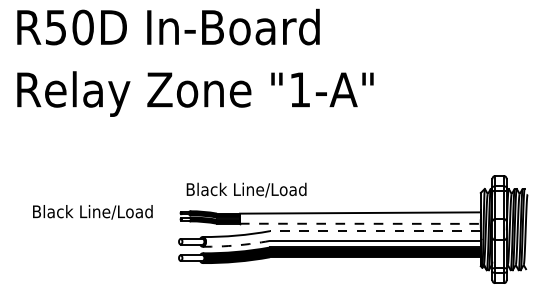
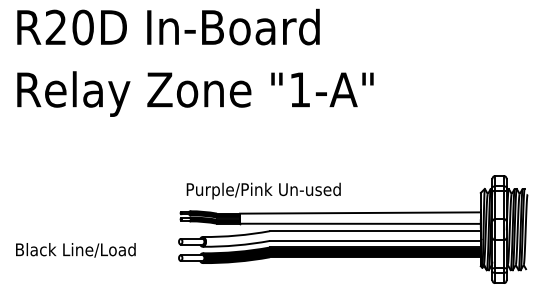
text at (55, 27): R50D -> R20D
text at (264, 190): Black Line/Load -> Purple/Pink Un-used
text at (92, 212) position: (92, 212) -> (75, 250)
line at (360, 223): dashed -> solid
line at (374, 231): dashed -> solid
arc at (236, 245): dashed -> solid
